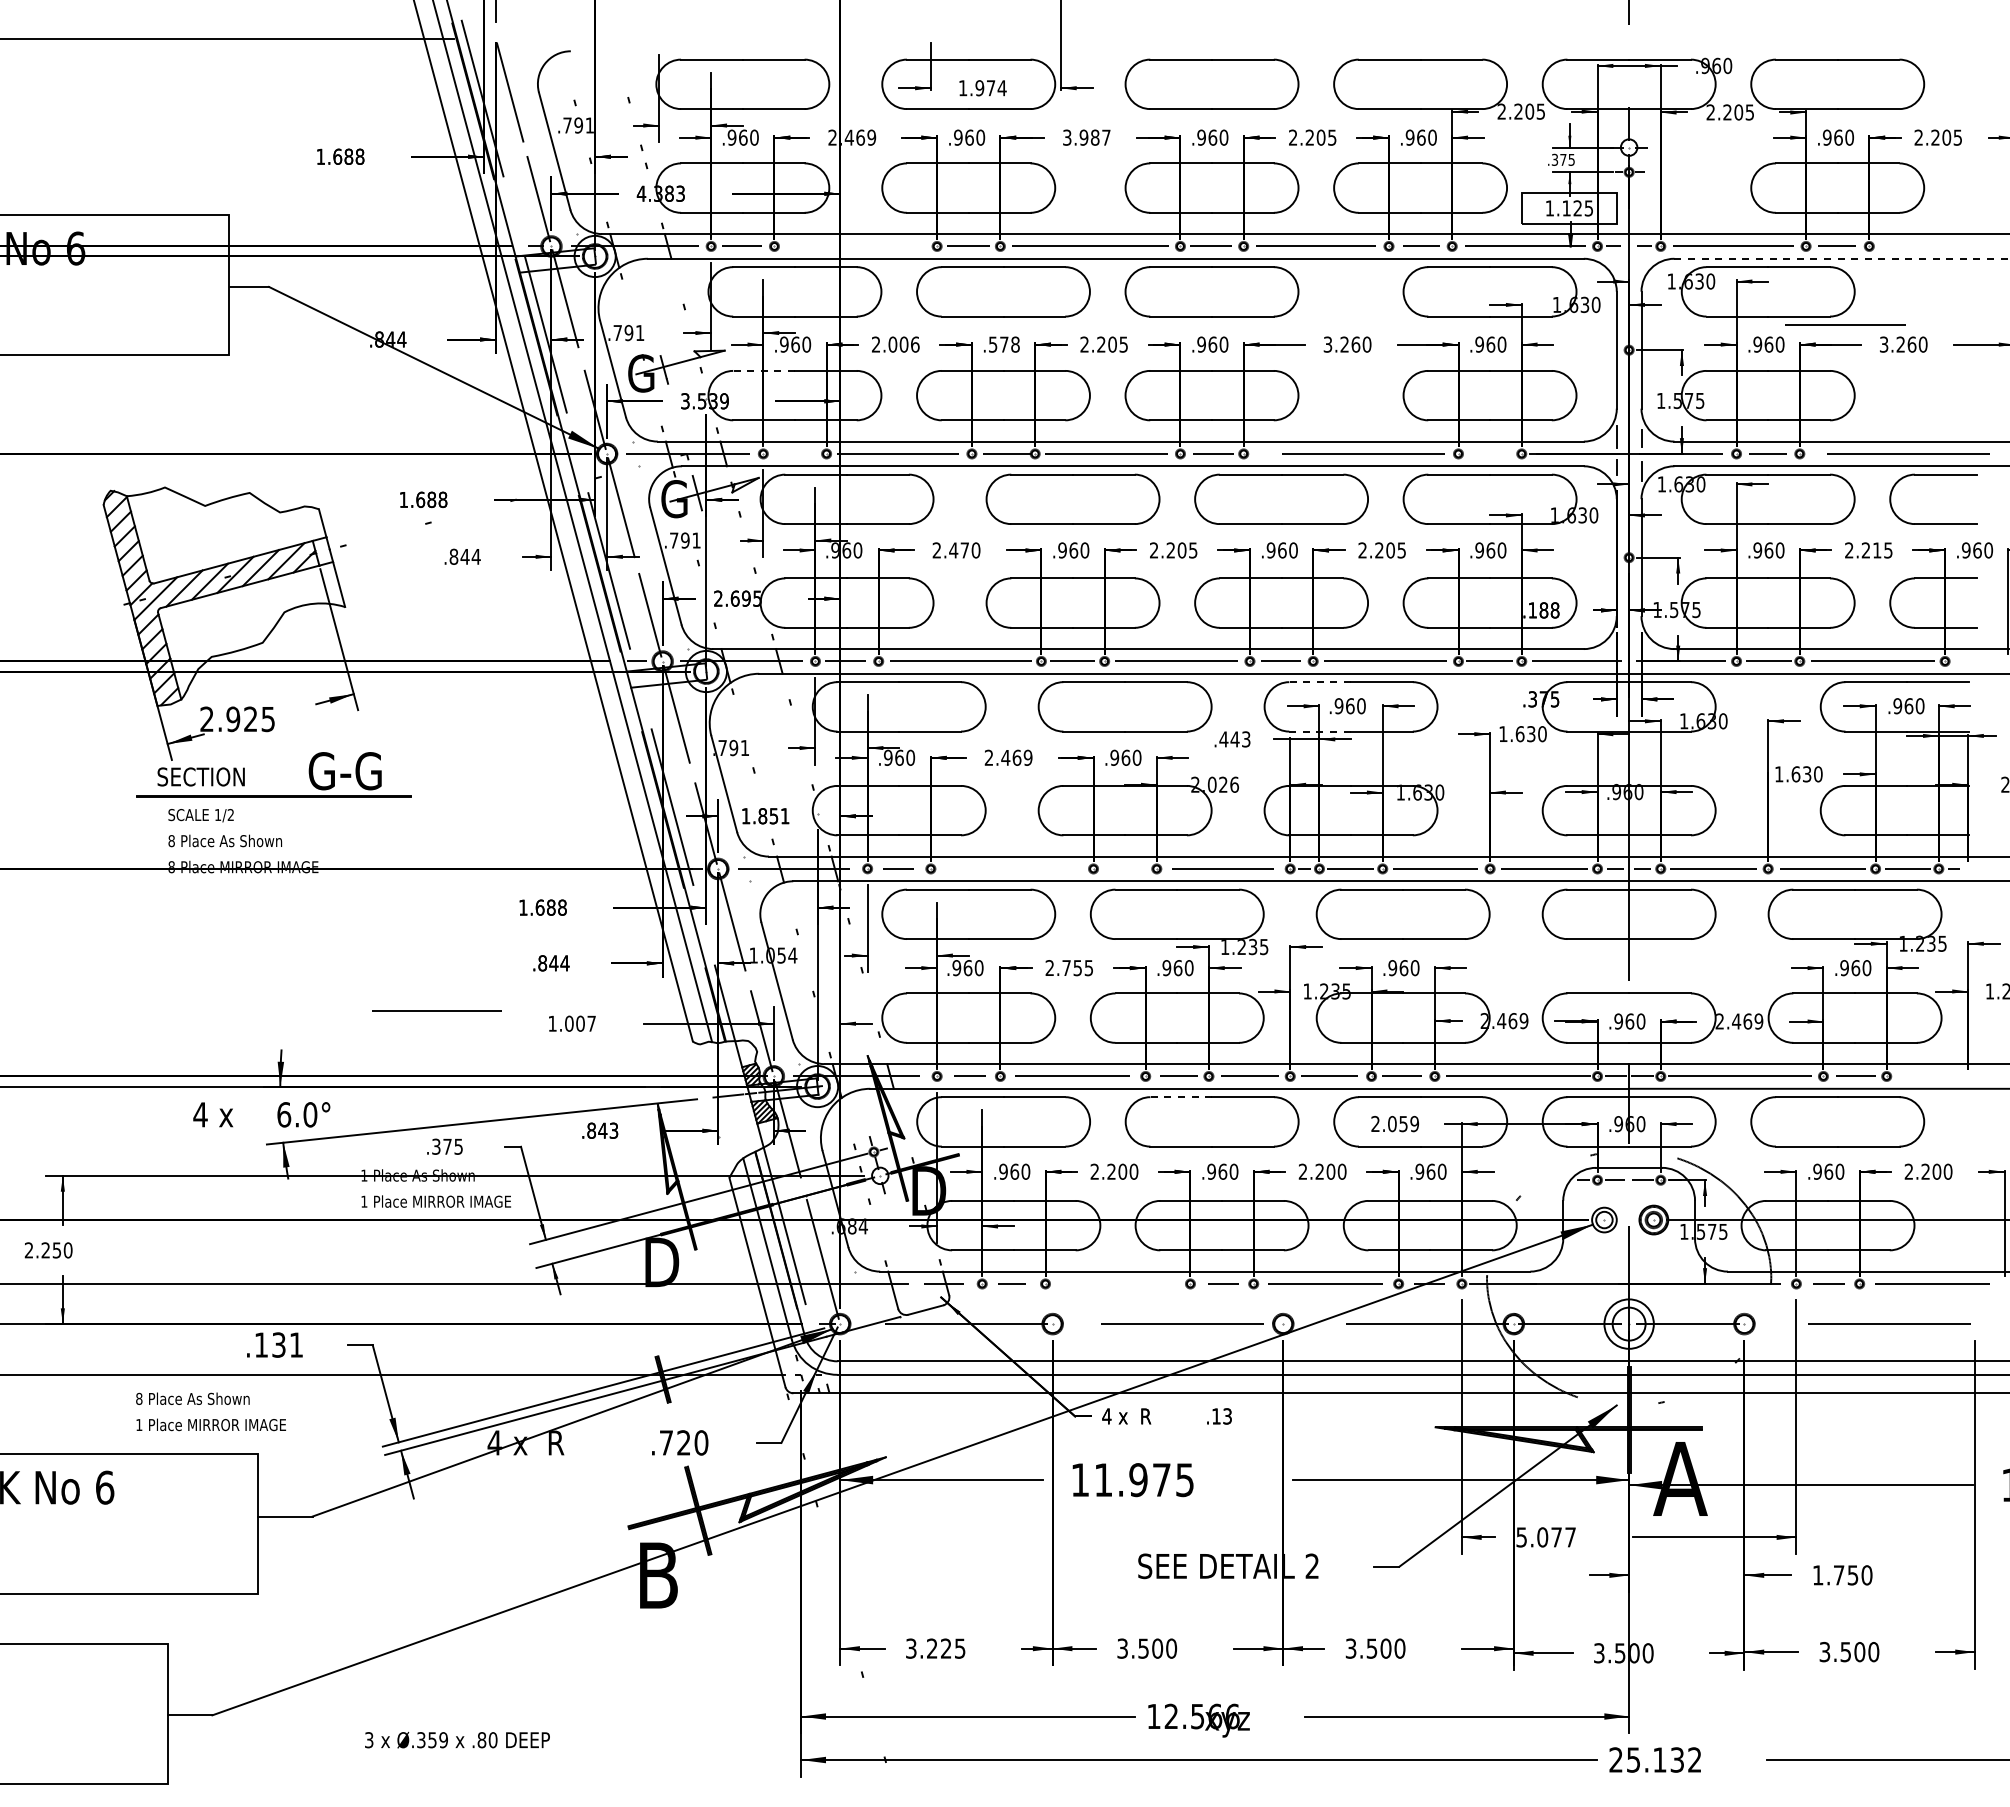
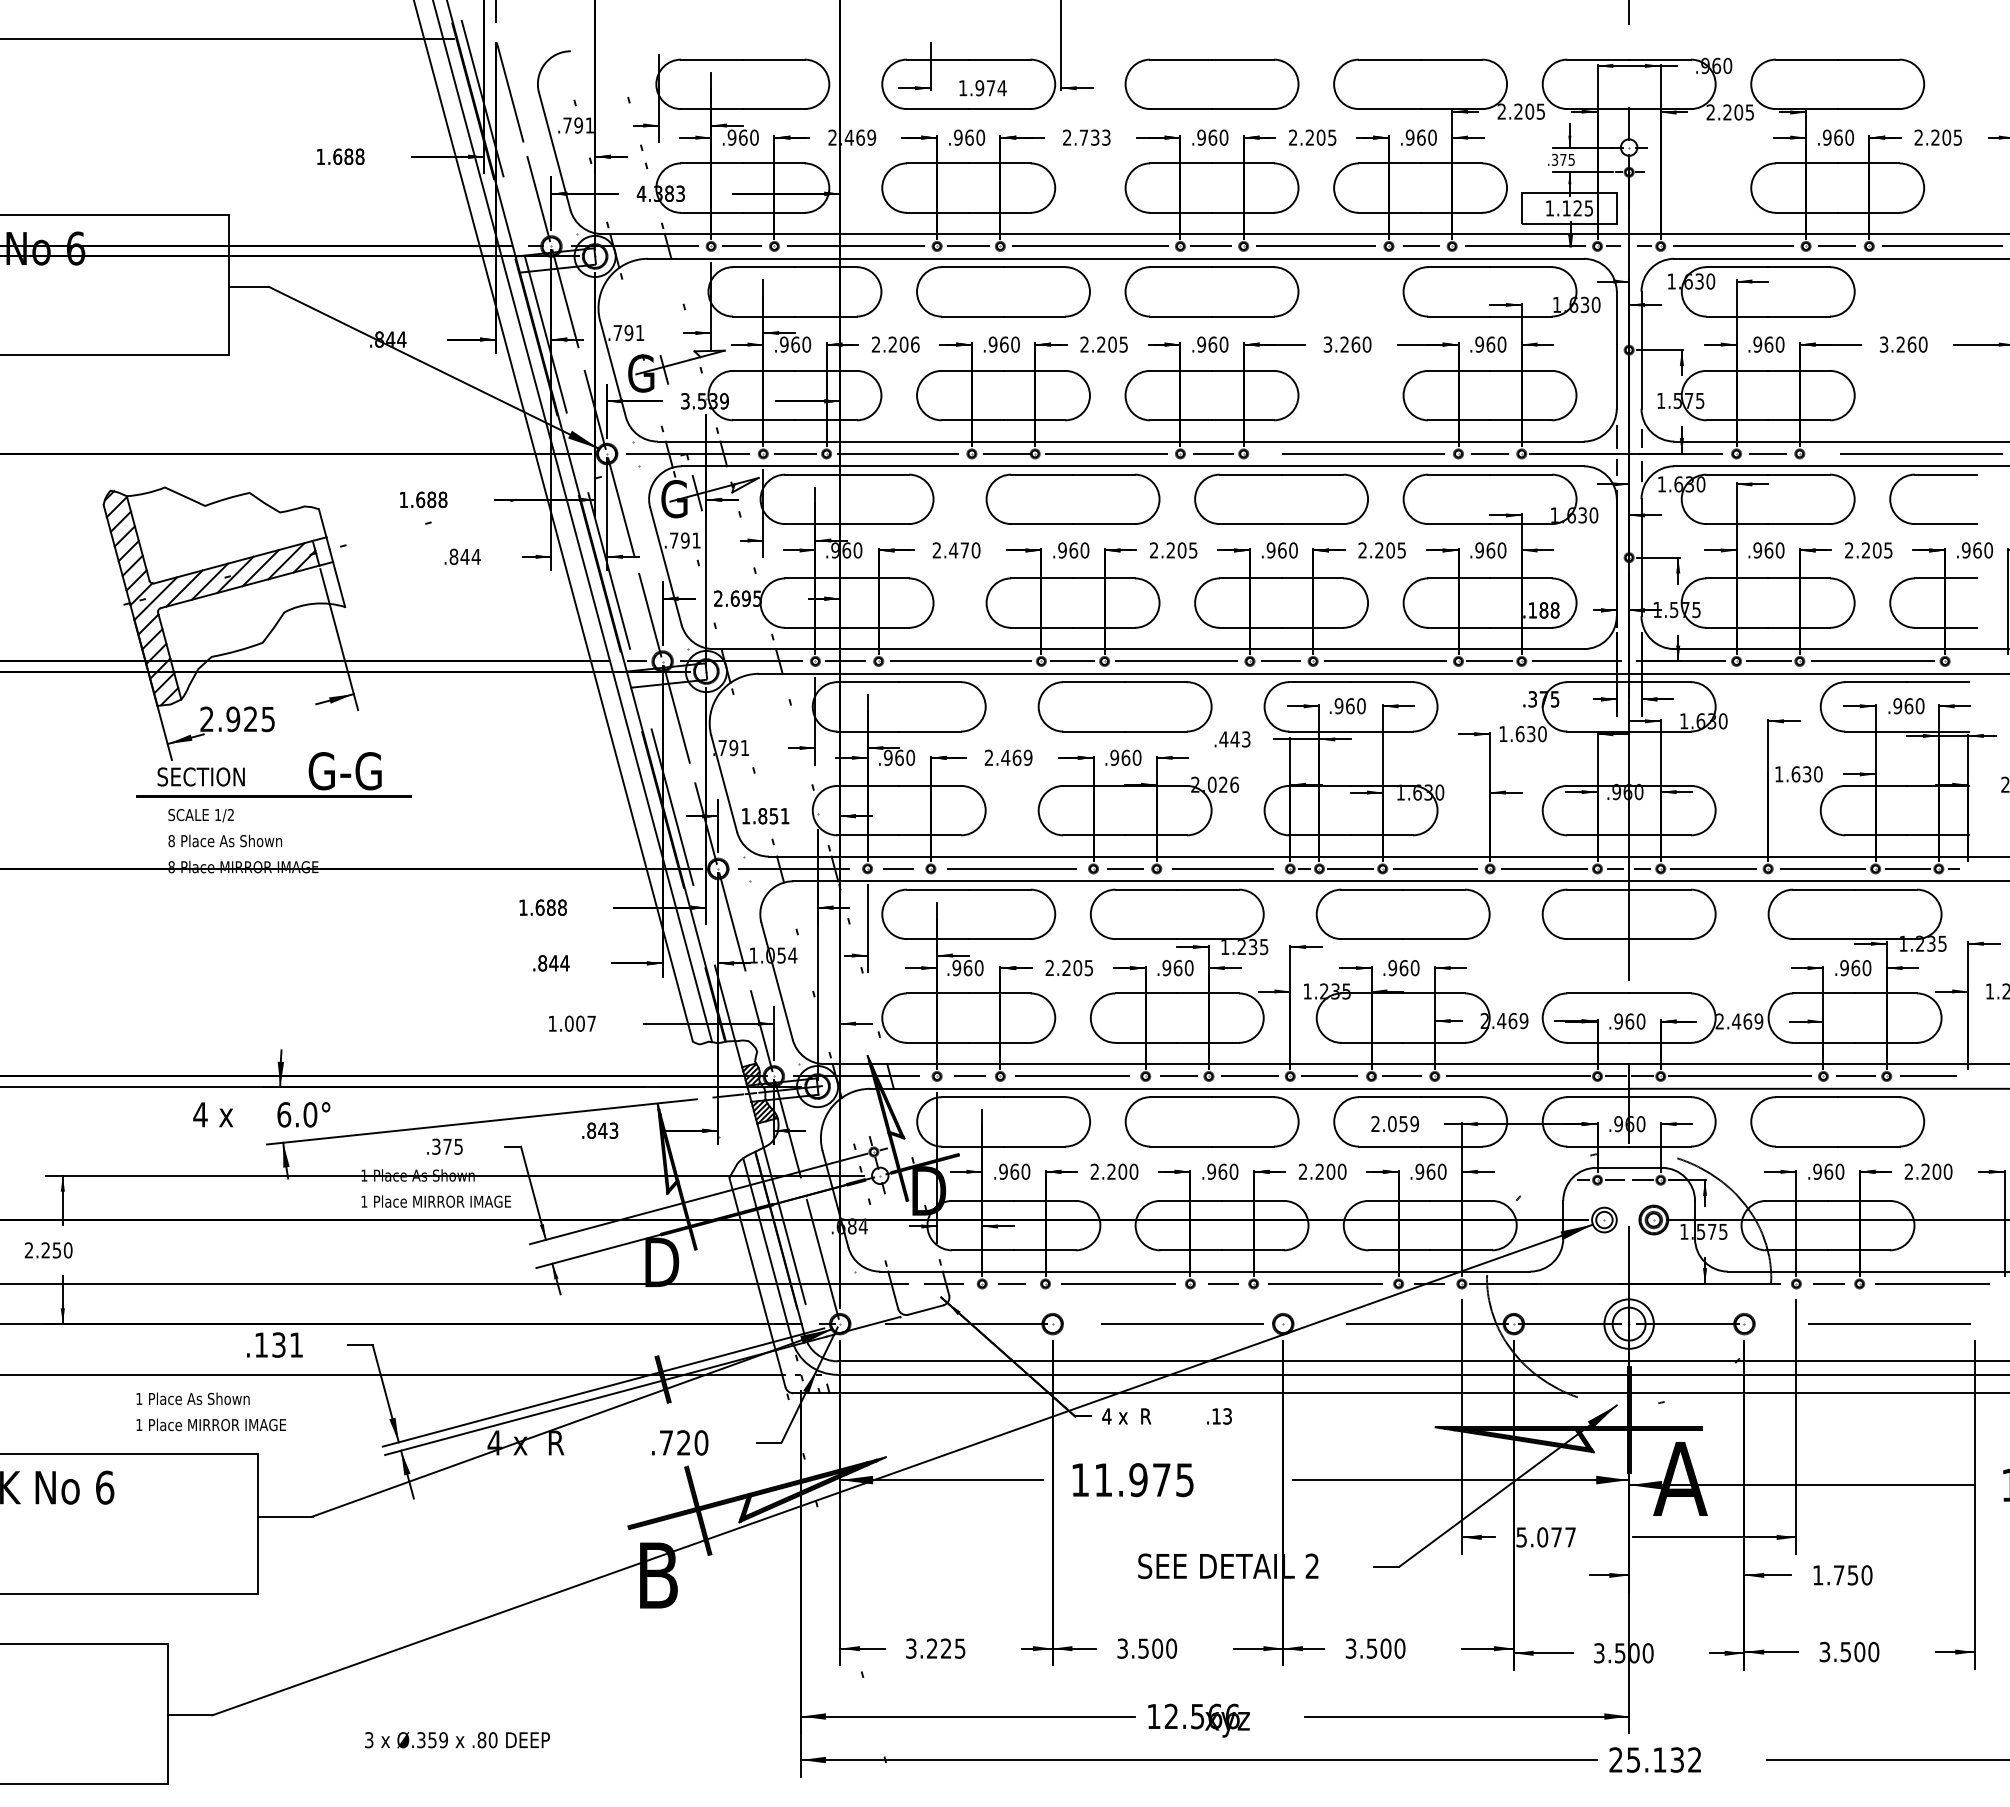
text at (1086, 137): 3.987 -> 2.733
line at (855, 246): none -> present
line at (1842, 258): dashed -> solid
line at (1845, 324) position: (1845, 324) -> (1942, 245)
text at (892, 344): 2.006 -> 2.206
text at (1003, 344): .578 -> .960
line at (764, 370): dashed -> solid
line at (795, 453): none -> present
line at (1490, 453): none -> present
line at (1908, 453) position: (1908, 453) -> (1921, 453)
text at (1876, 550): 2.215 -> 2.205
line at (1320, 682): dashed -> solid
line at (1320, 731): dashed -> solid
line at (1125, 868): none -> present
text at (1072, 968): 2.755 -> 2.205
line at (436, 1010) position: (436, 1010) -> (1011, 868)
line at (1927, 1076): none -> present
line at (1181, 1097): dashed -> solid
line at (1118, 1283): none -> present
text at (139, 1398): 8 -> 1
